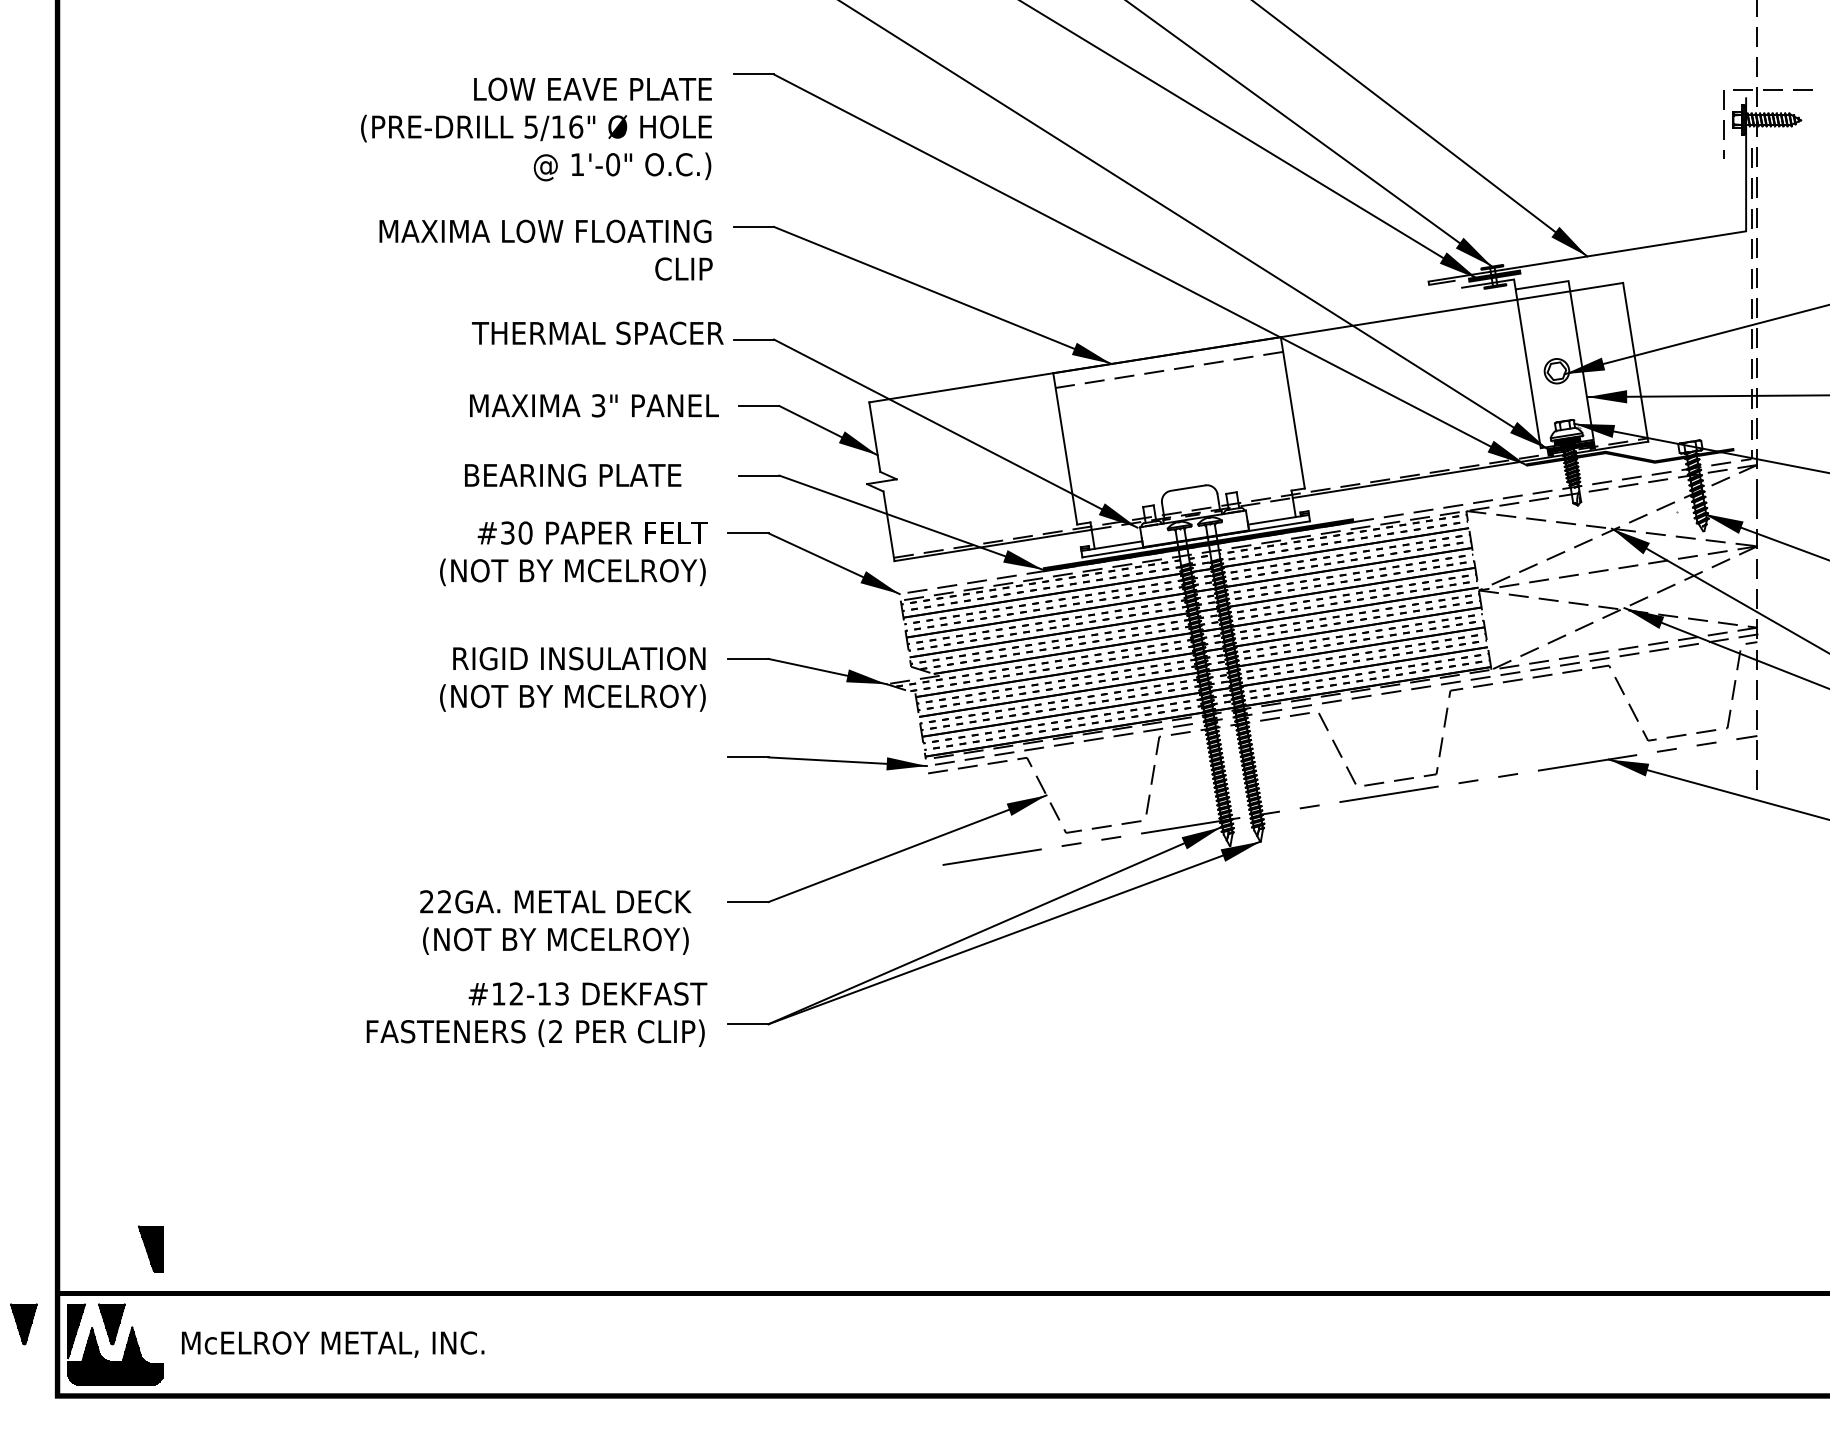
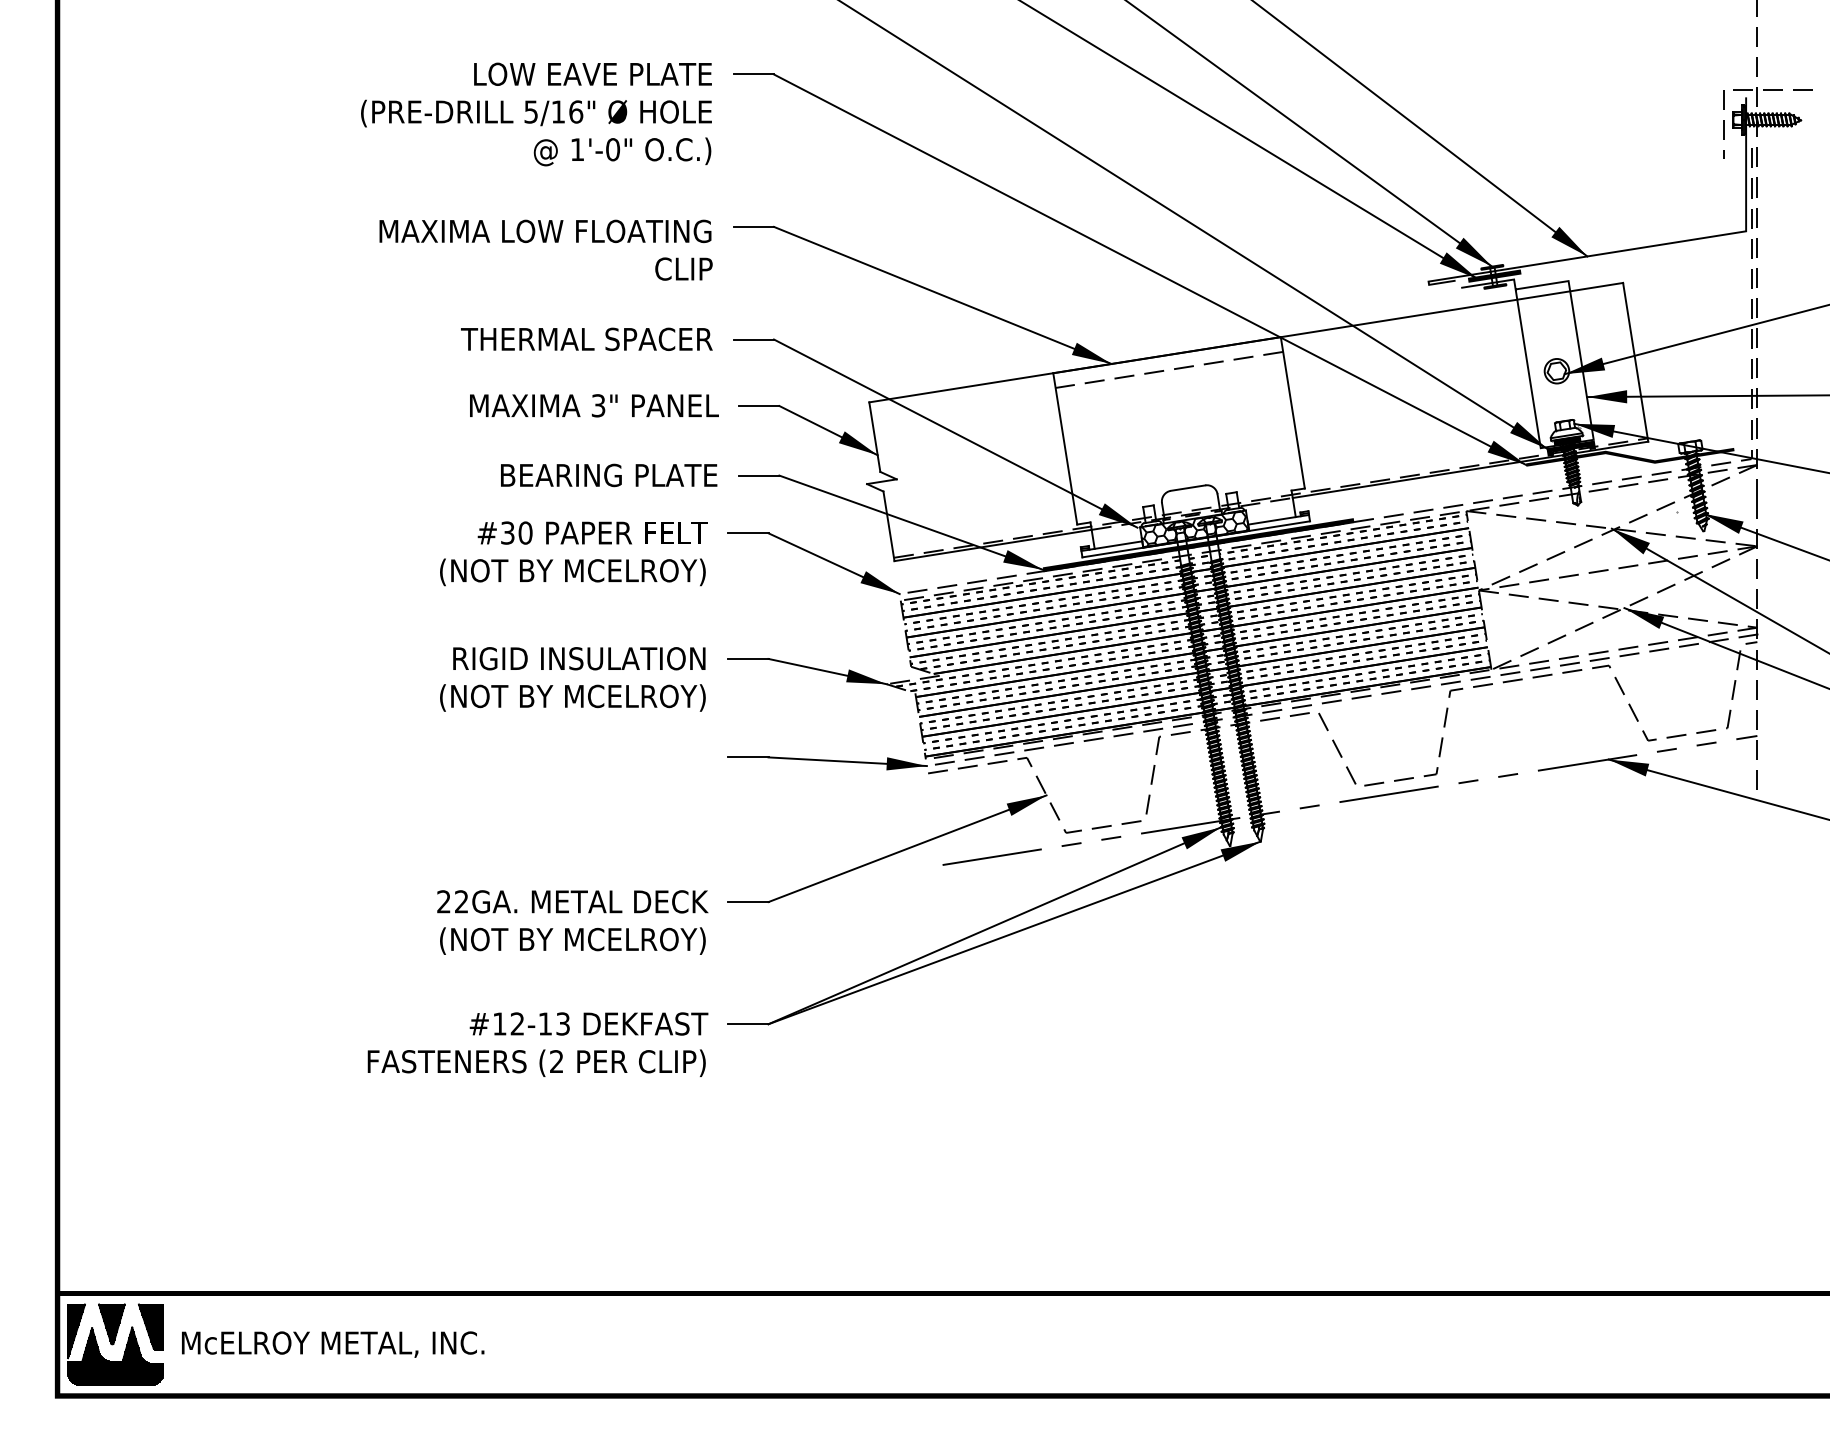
text at (536, 129) position: (536, 129) -> (536, 114)
text at (597, 332) position: (597, 332) -> (586, 338)
text at (573, 475) position: (573, 475) -> (609, 475)
hatch at (1194, 528): none -> present
text at (555, 922) position: (555, 922) -> (572, 922)
text at (536, 1014) position: (536, 1014) -> (537, 1044)
part at (150, 1248) position: (150, 1248) -> (150, 1326)
part at (23, 1324): present -> none
